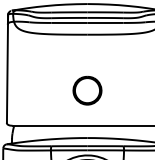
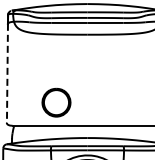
line at (7, 73): solid -> dashed
part at (87, 90) position: (87, 90) -> (56, 102)
